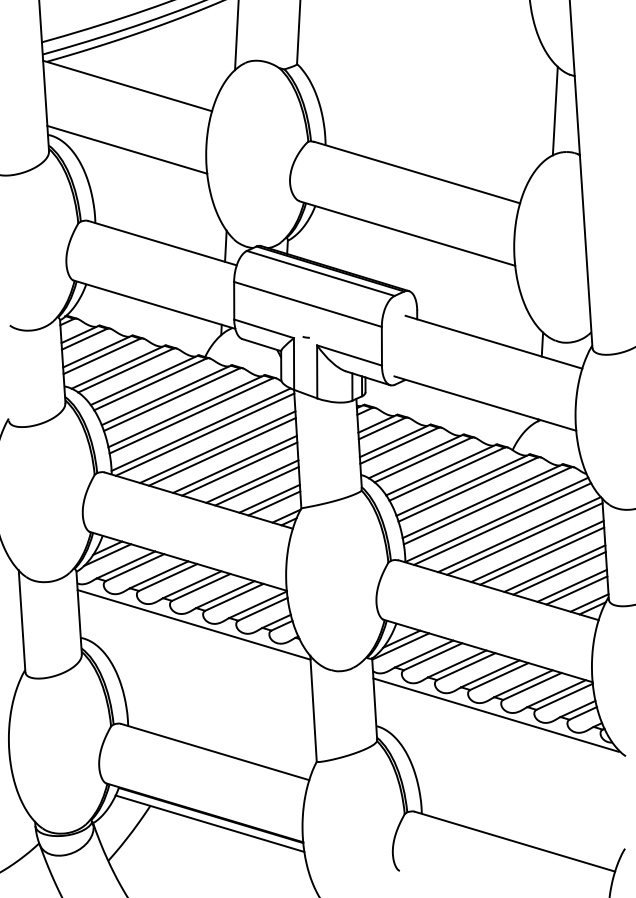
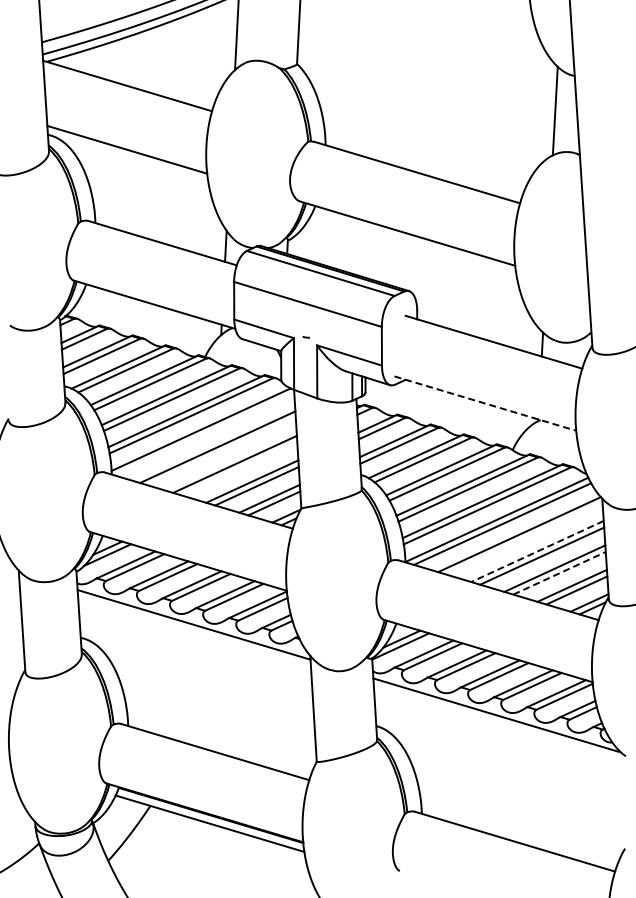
line at (485, 403): solid -> dashed
line at (204, 434): present -> none
line at (222, 451): present -> none
line at (239, 468): present -> none
line at (524, 538): present -> none
line at (537, 551): solid -> dashed
line at (559, 573): solid -> dashed
